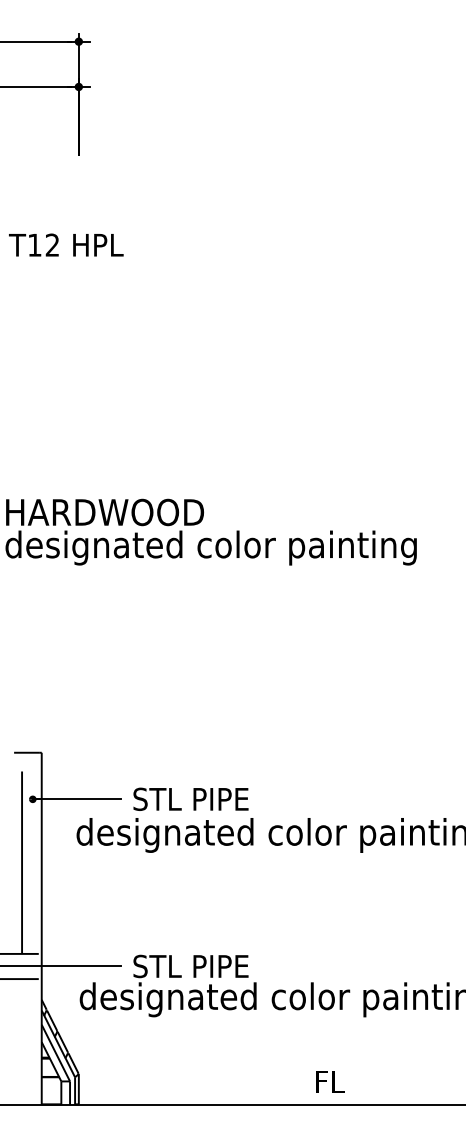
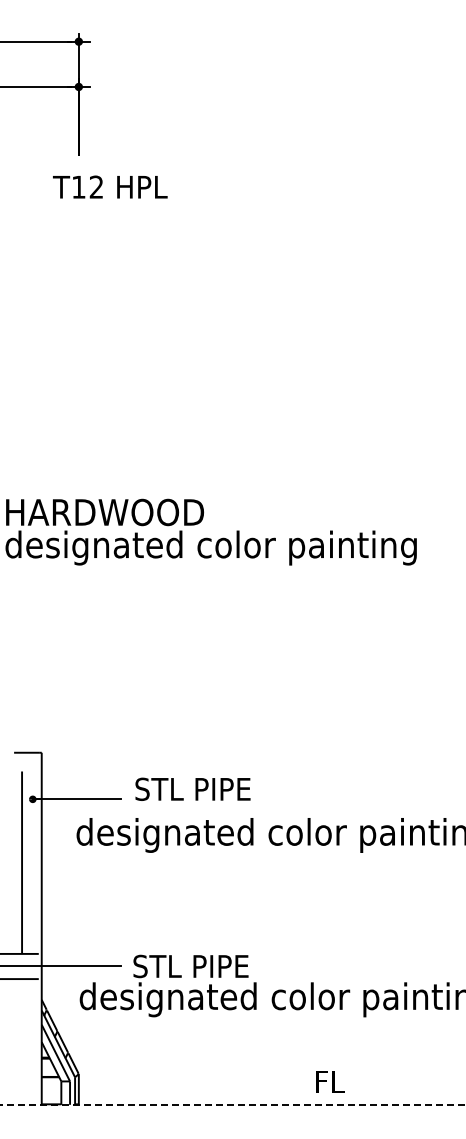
text at (66, 244) position: (66, 244) -> (110, 186)
text at (190, 798) position: (190, 798) -> (192, 788)
line at (233, 1104): solid -> dashed
